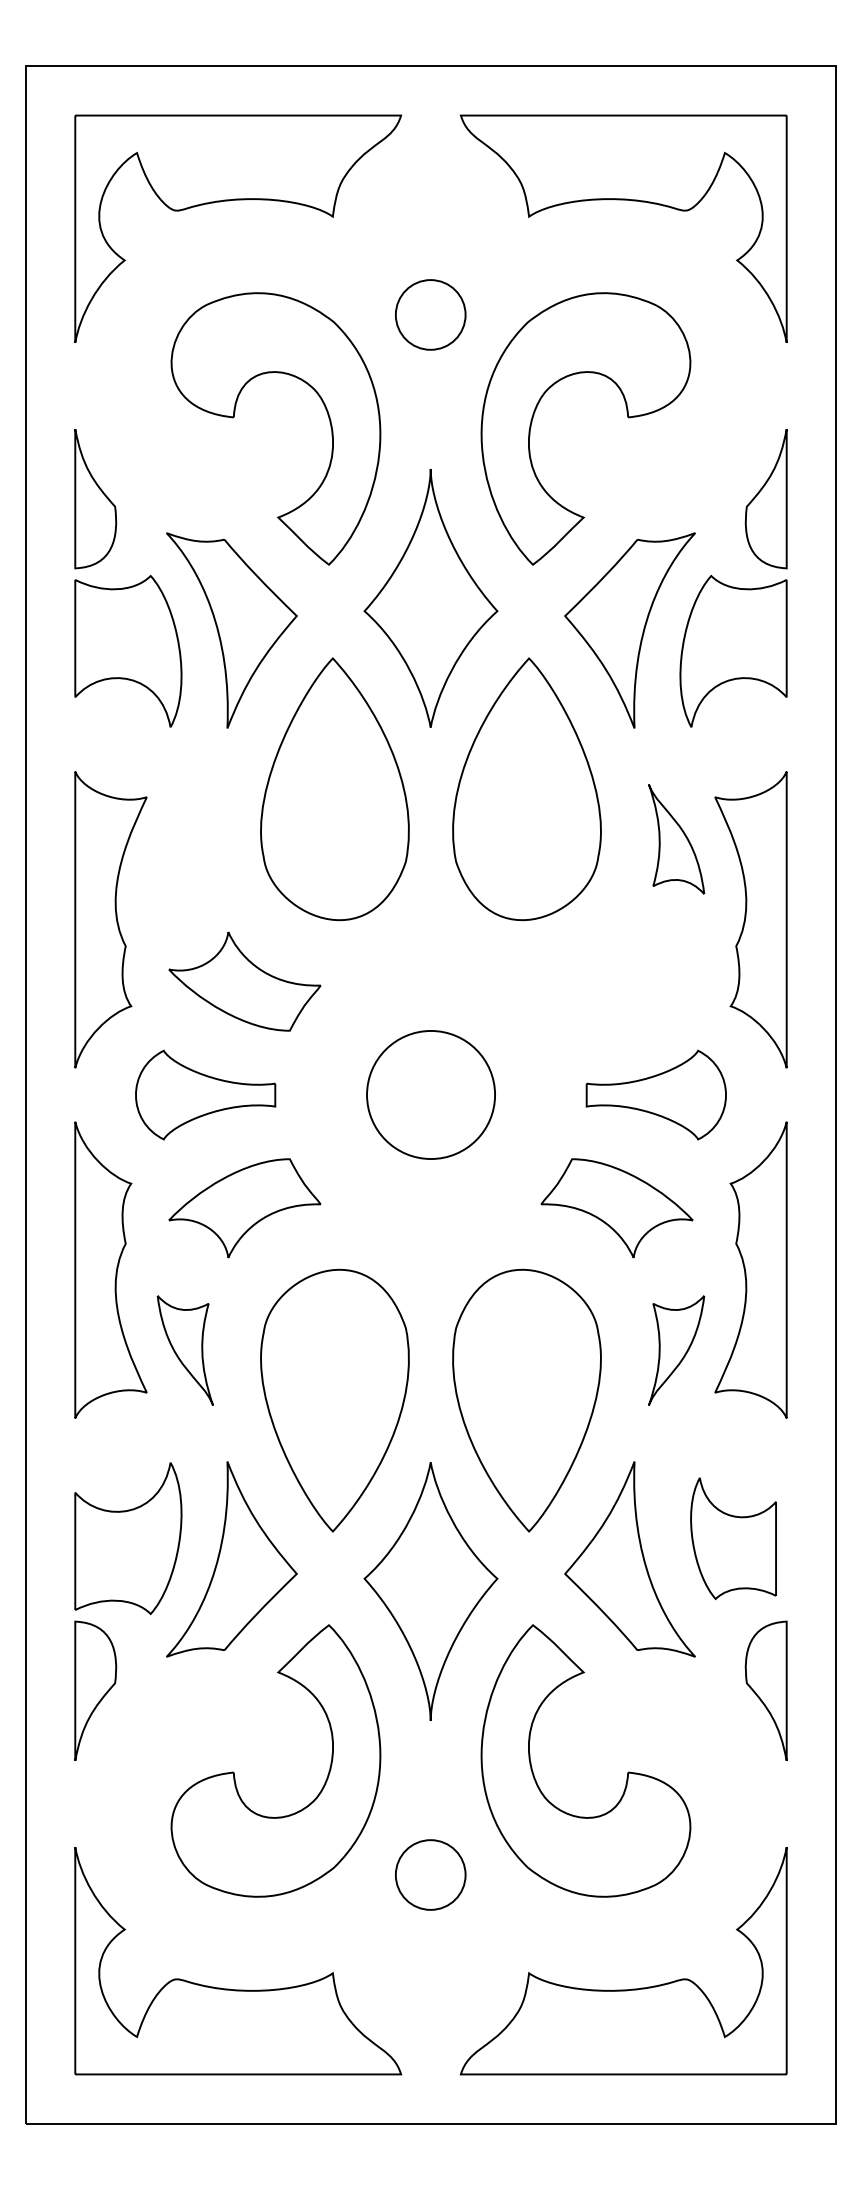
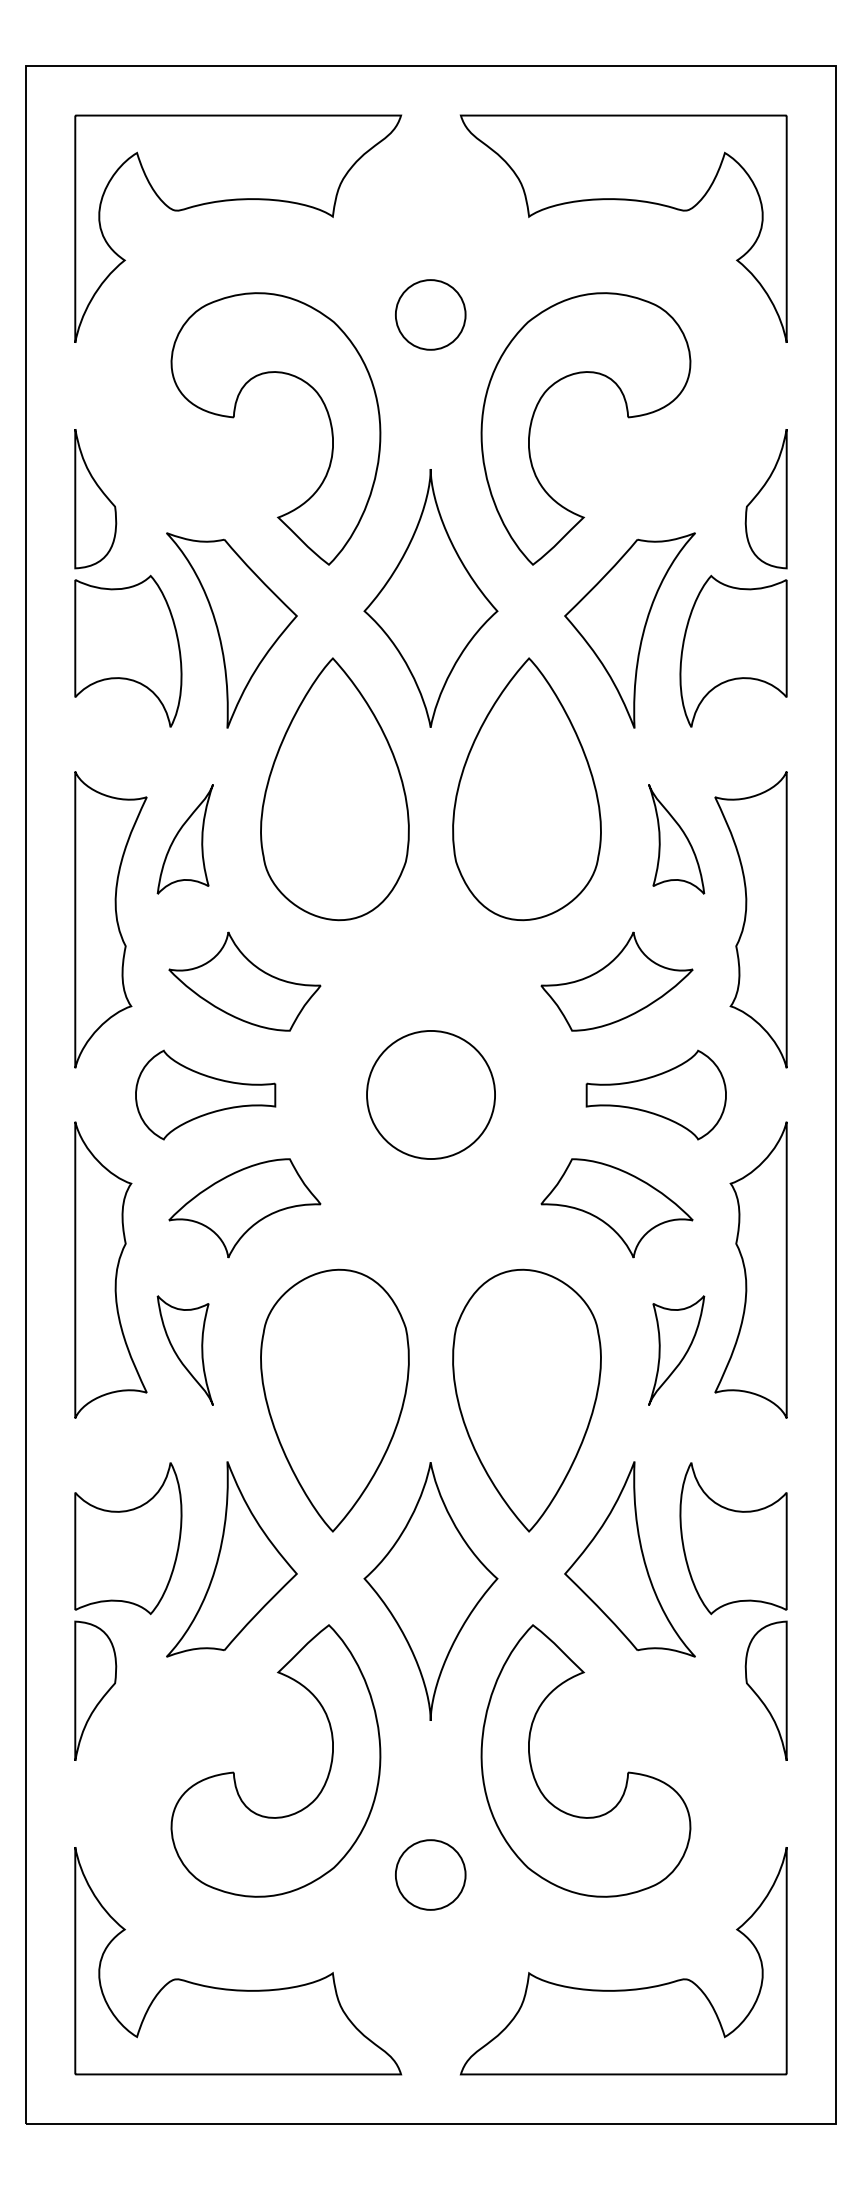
part at (184, 839): none -> present
part at (616, 981): none -> present
part at (733, 1538) size: 87x124 px -> 109x154 px
